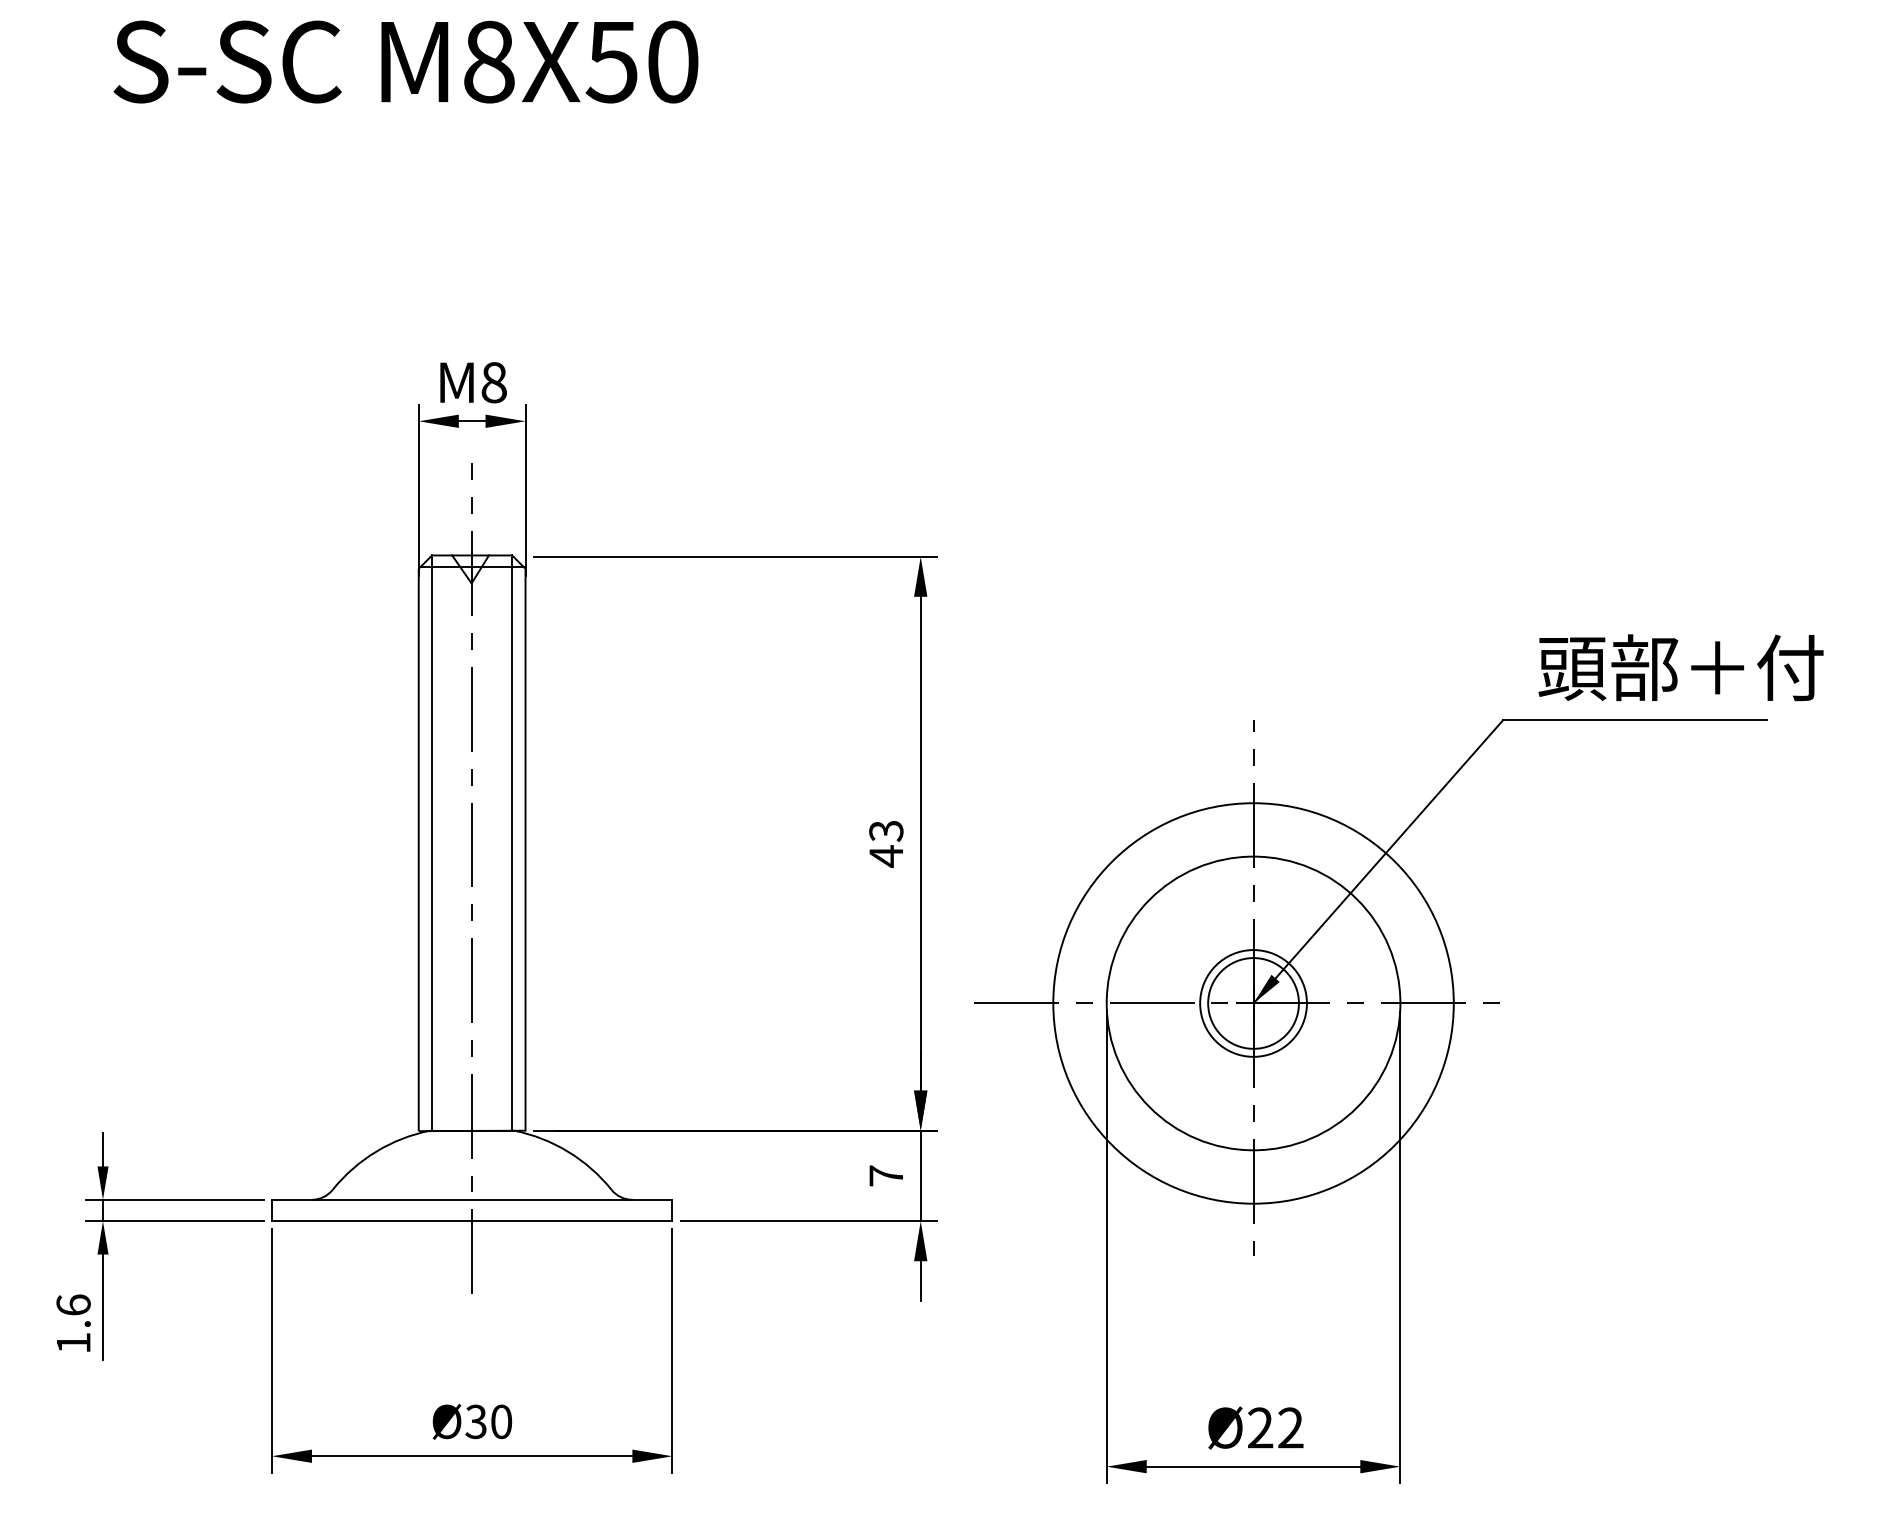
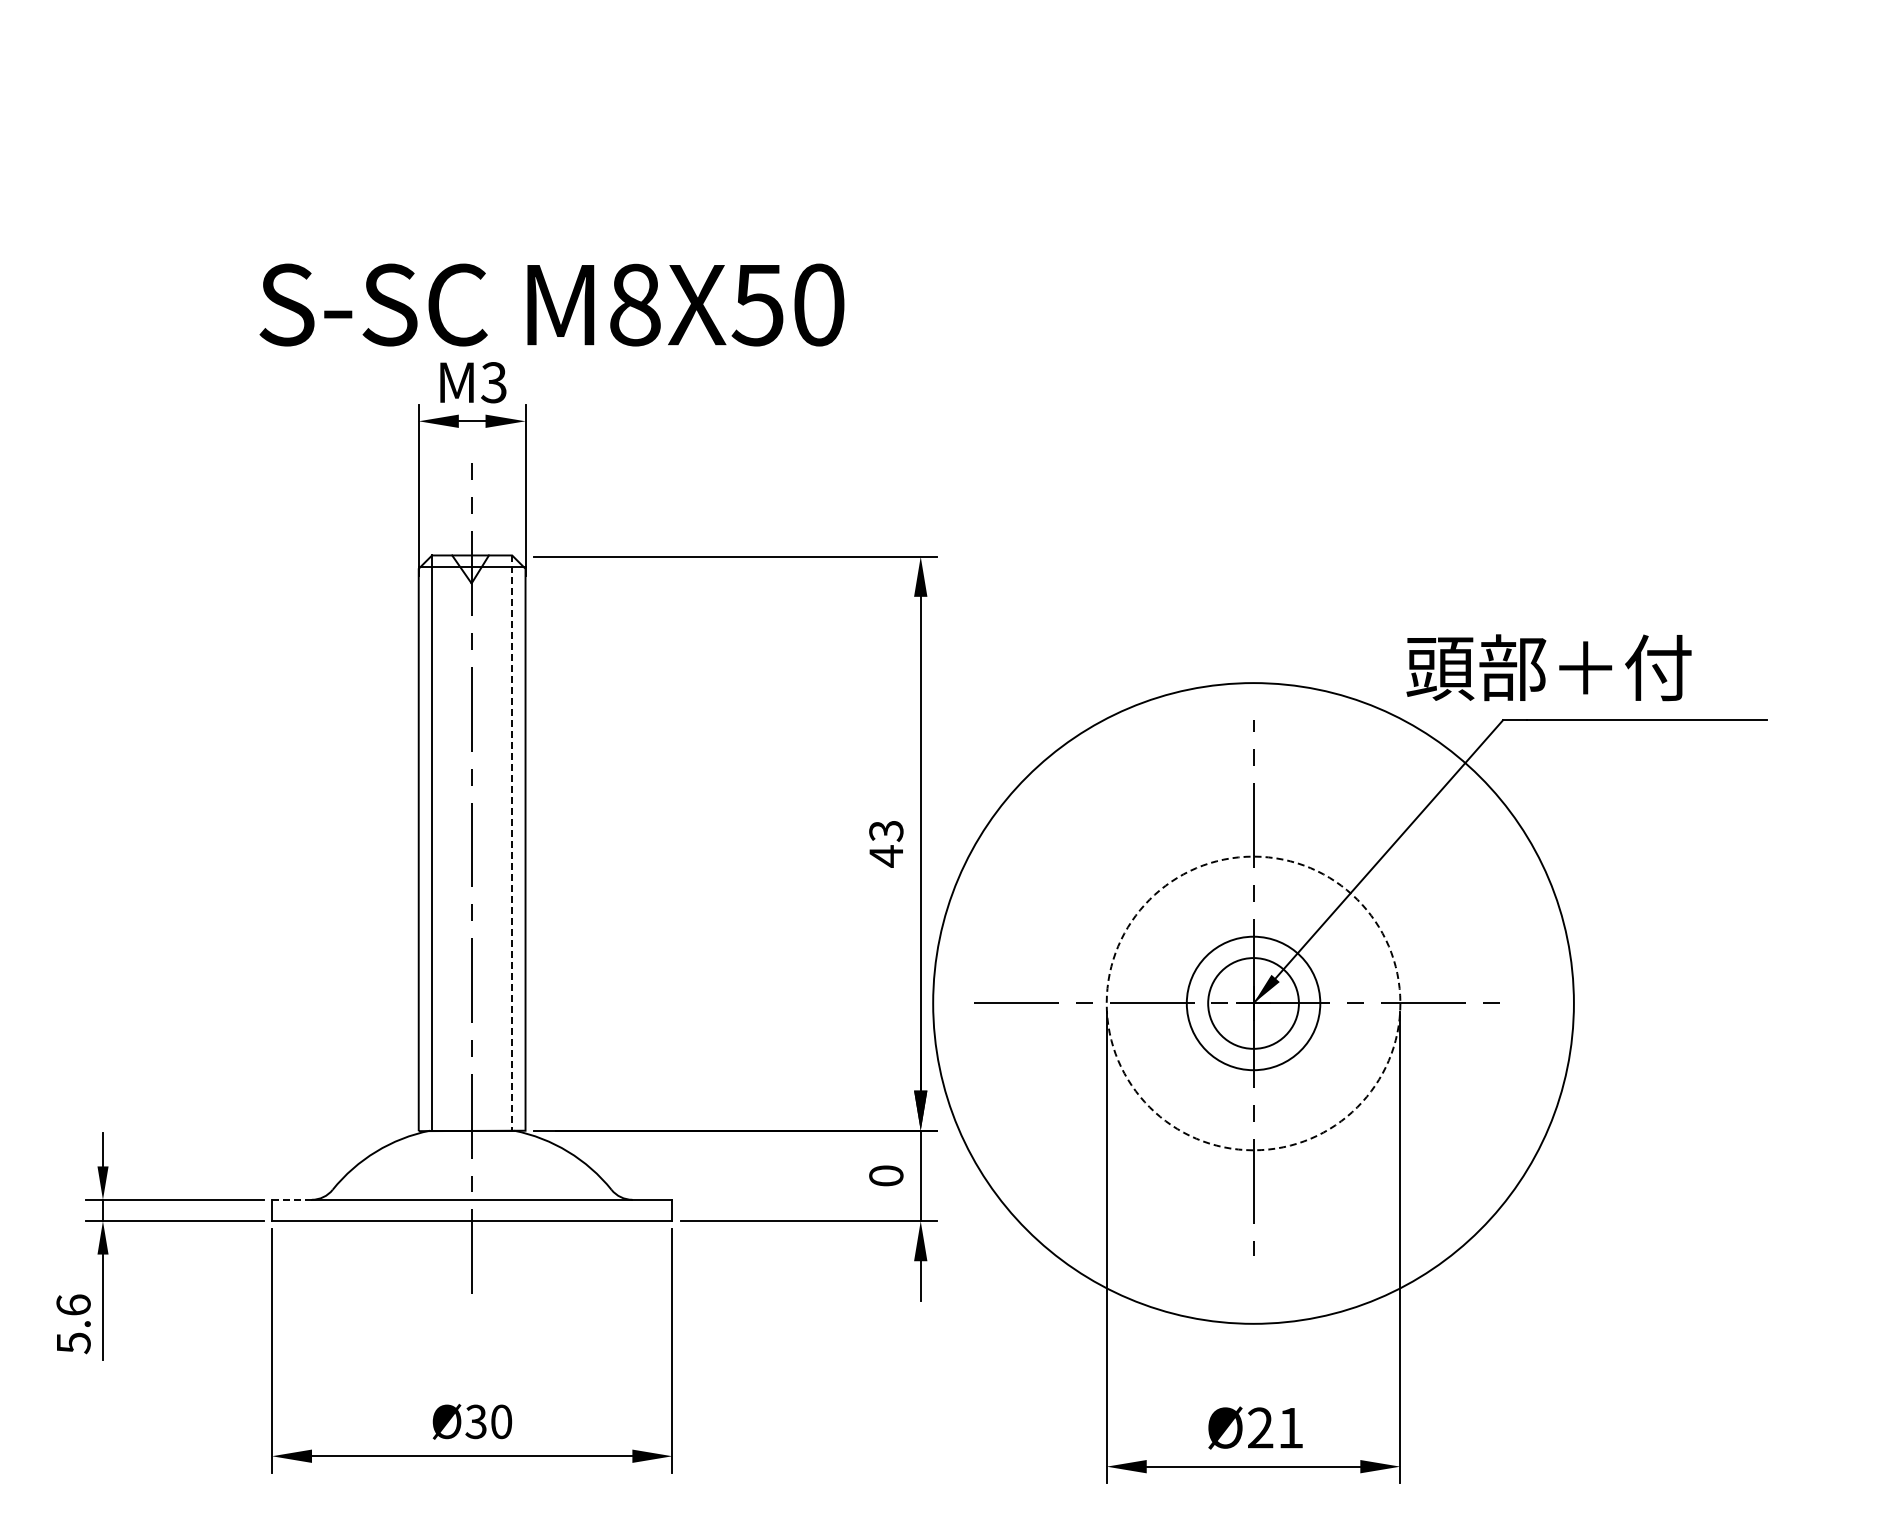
text at (405, 61) position: (405, 61) -> (551, 304)
text at (493, 382): 8 -> 3
text at (1680, 667) position: (1680, 667) -> (1548, 667)
line at (512, 843): solid -> dashed
circle at (1253, 1003) diameter: 107 px -> 133 px
circle at (1253, 1003) diameter: 400 px -> 641 px
circle at (1253, 1003): solid -> dashed
text at (886, 1175): 7 -> 0
line at (291, 1199): solid -> dashed
text at (73, 1343): 1.6 -> 5.6
text at (1290, 1427): Ø22 -> Ø21
